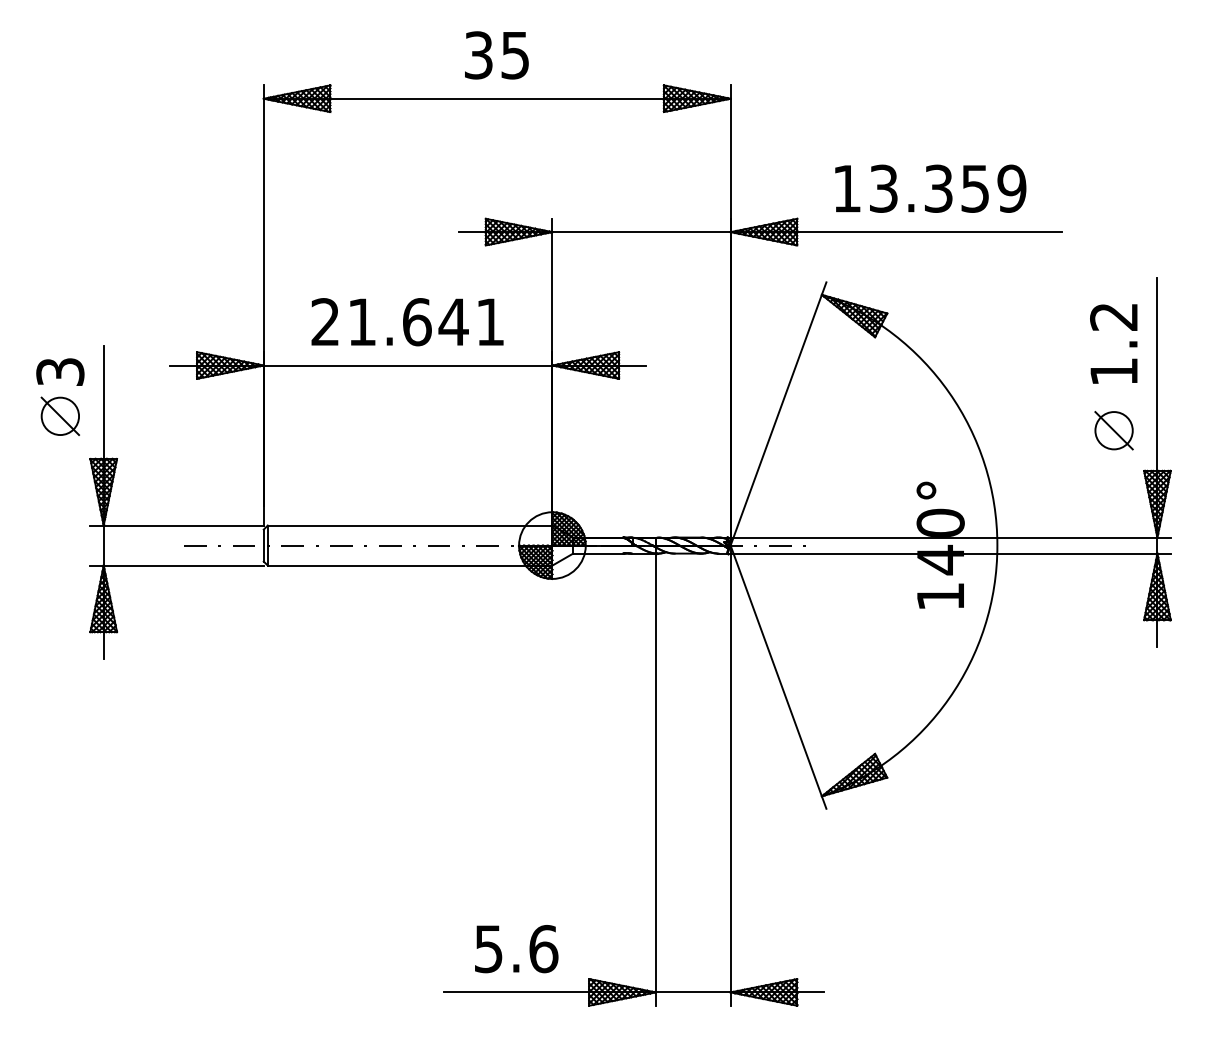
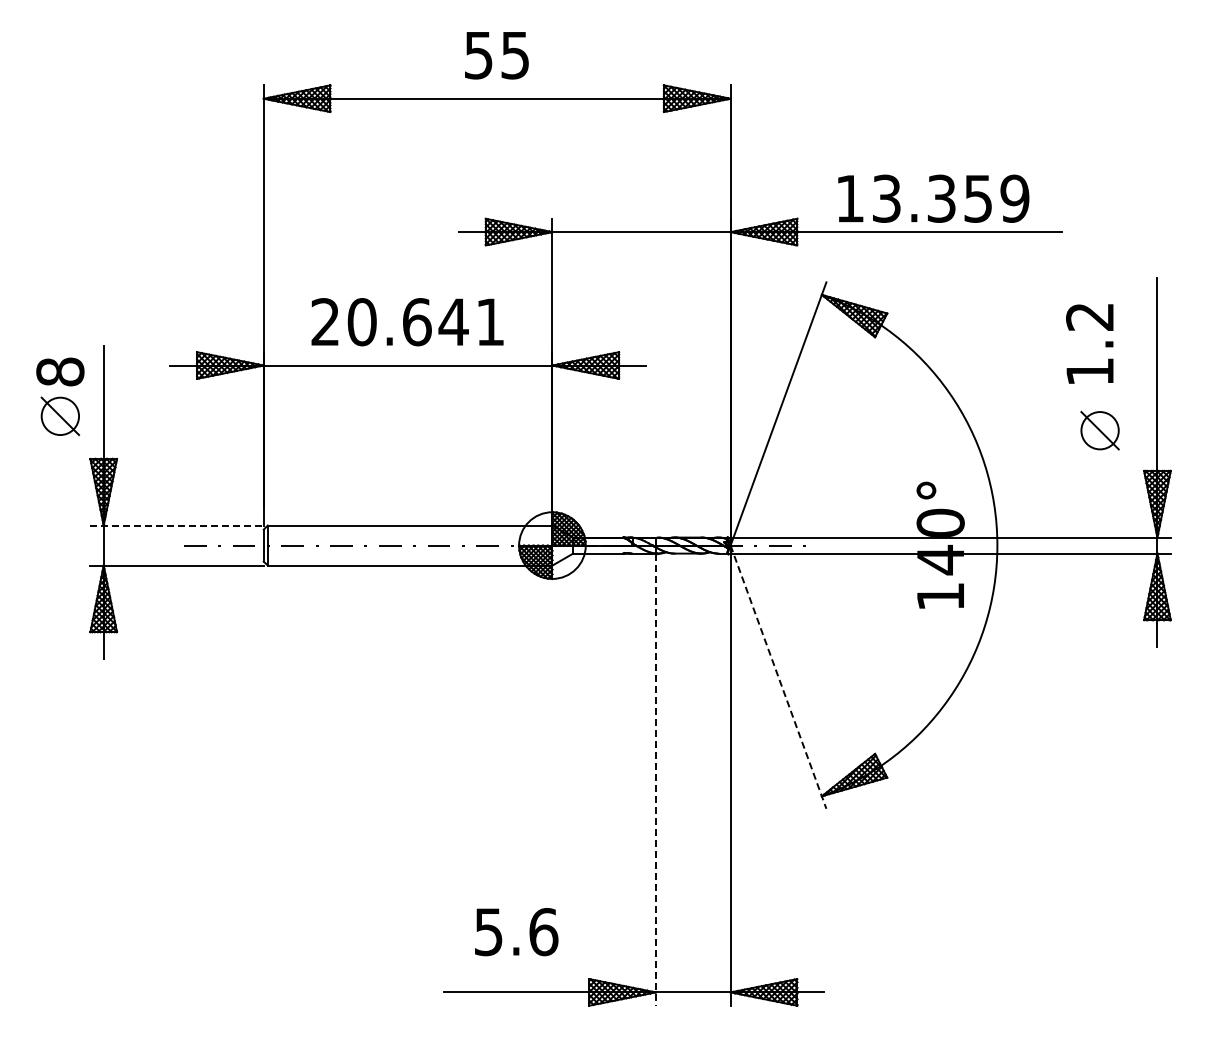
text at (478, 54): 35 -> 55
text at (930, 188) position: (930, 188) -> (933, 198)
text at (361, 322): 21.641 -> 20.641
text at (1113, 343) position: (1113, 343) -> (1089, 343)
text at (60, 371): 3 -> 8
part at (1113, 430) position: (1113, 430) -> (1099, 430)
line at (177, 525): solid -> dashed
line at (778, 677): solid -> dashed
line at (655, 780): solid -> dashed
text at (516, 949) position: (516, 949) -> (516, 932)
